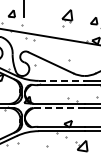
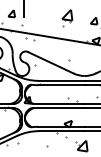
line at (61, 80): dashed -> solid
line at (59, 108): dashed -> solid
